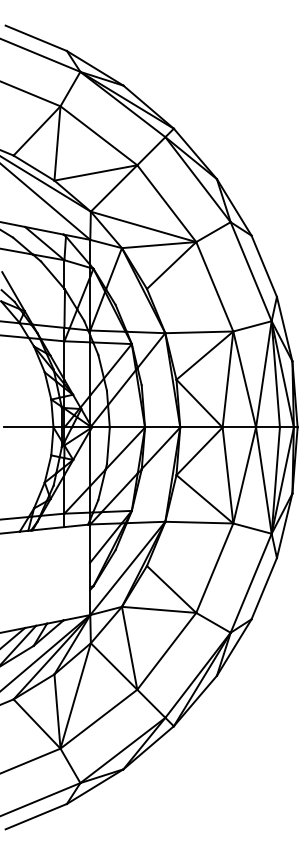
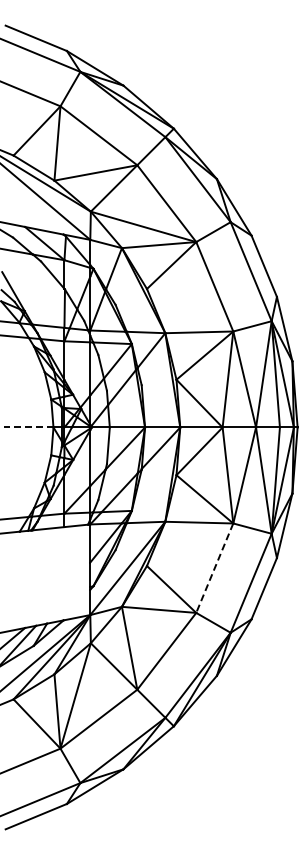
line at (28, 427): solid -> dashed
line at (214, 568): solid -> dashed
